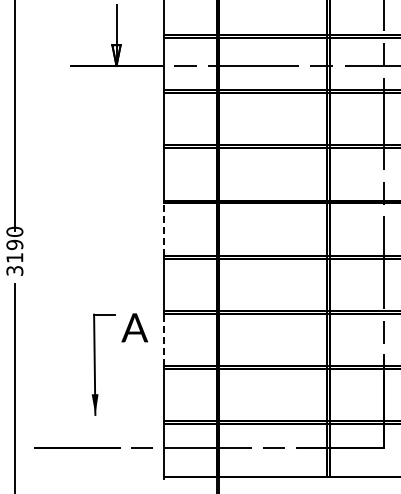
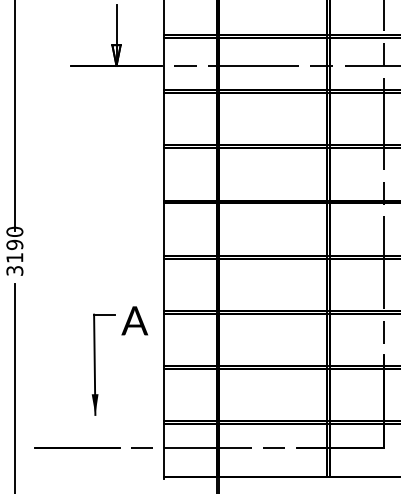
line at (164, 229): dashed -> solid
text at (134, 327) position: (134, 327) -> (134, 320)
line at (164, 339): dashed -> solid
